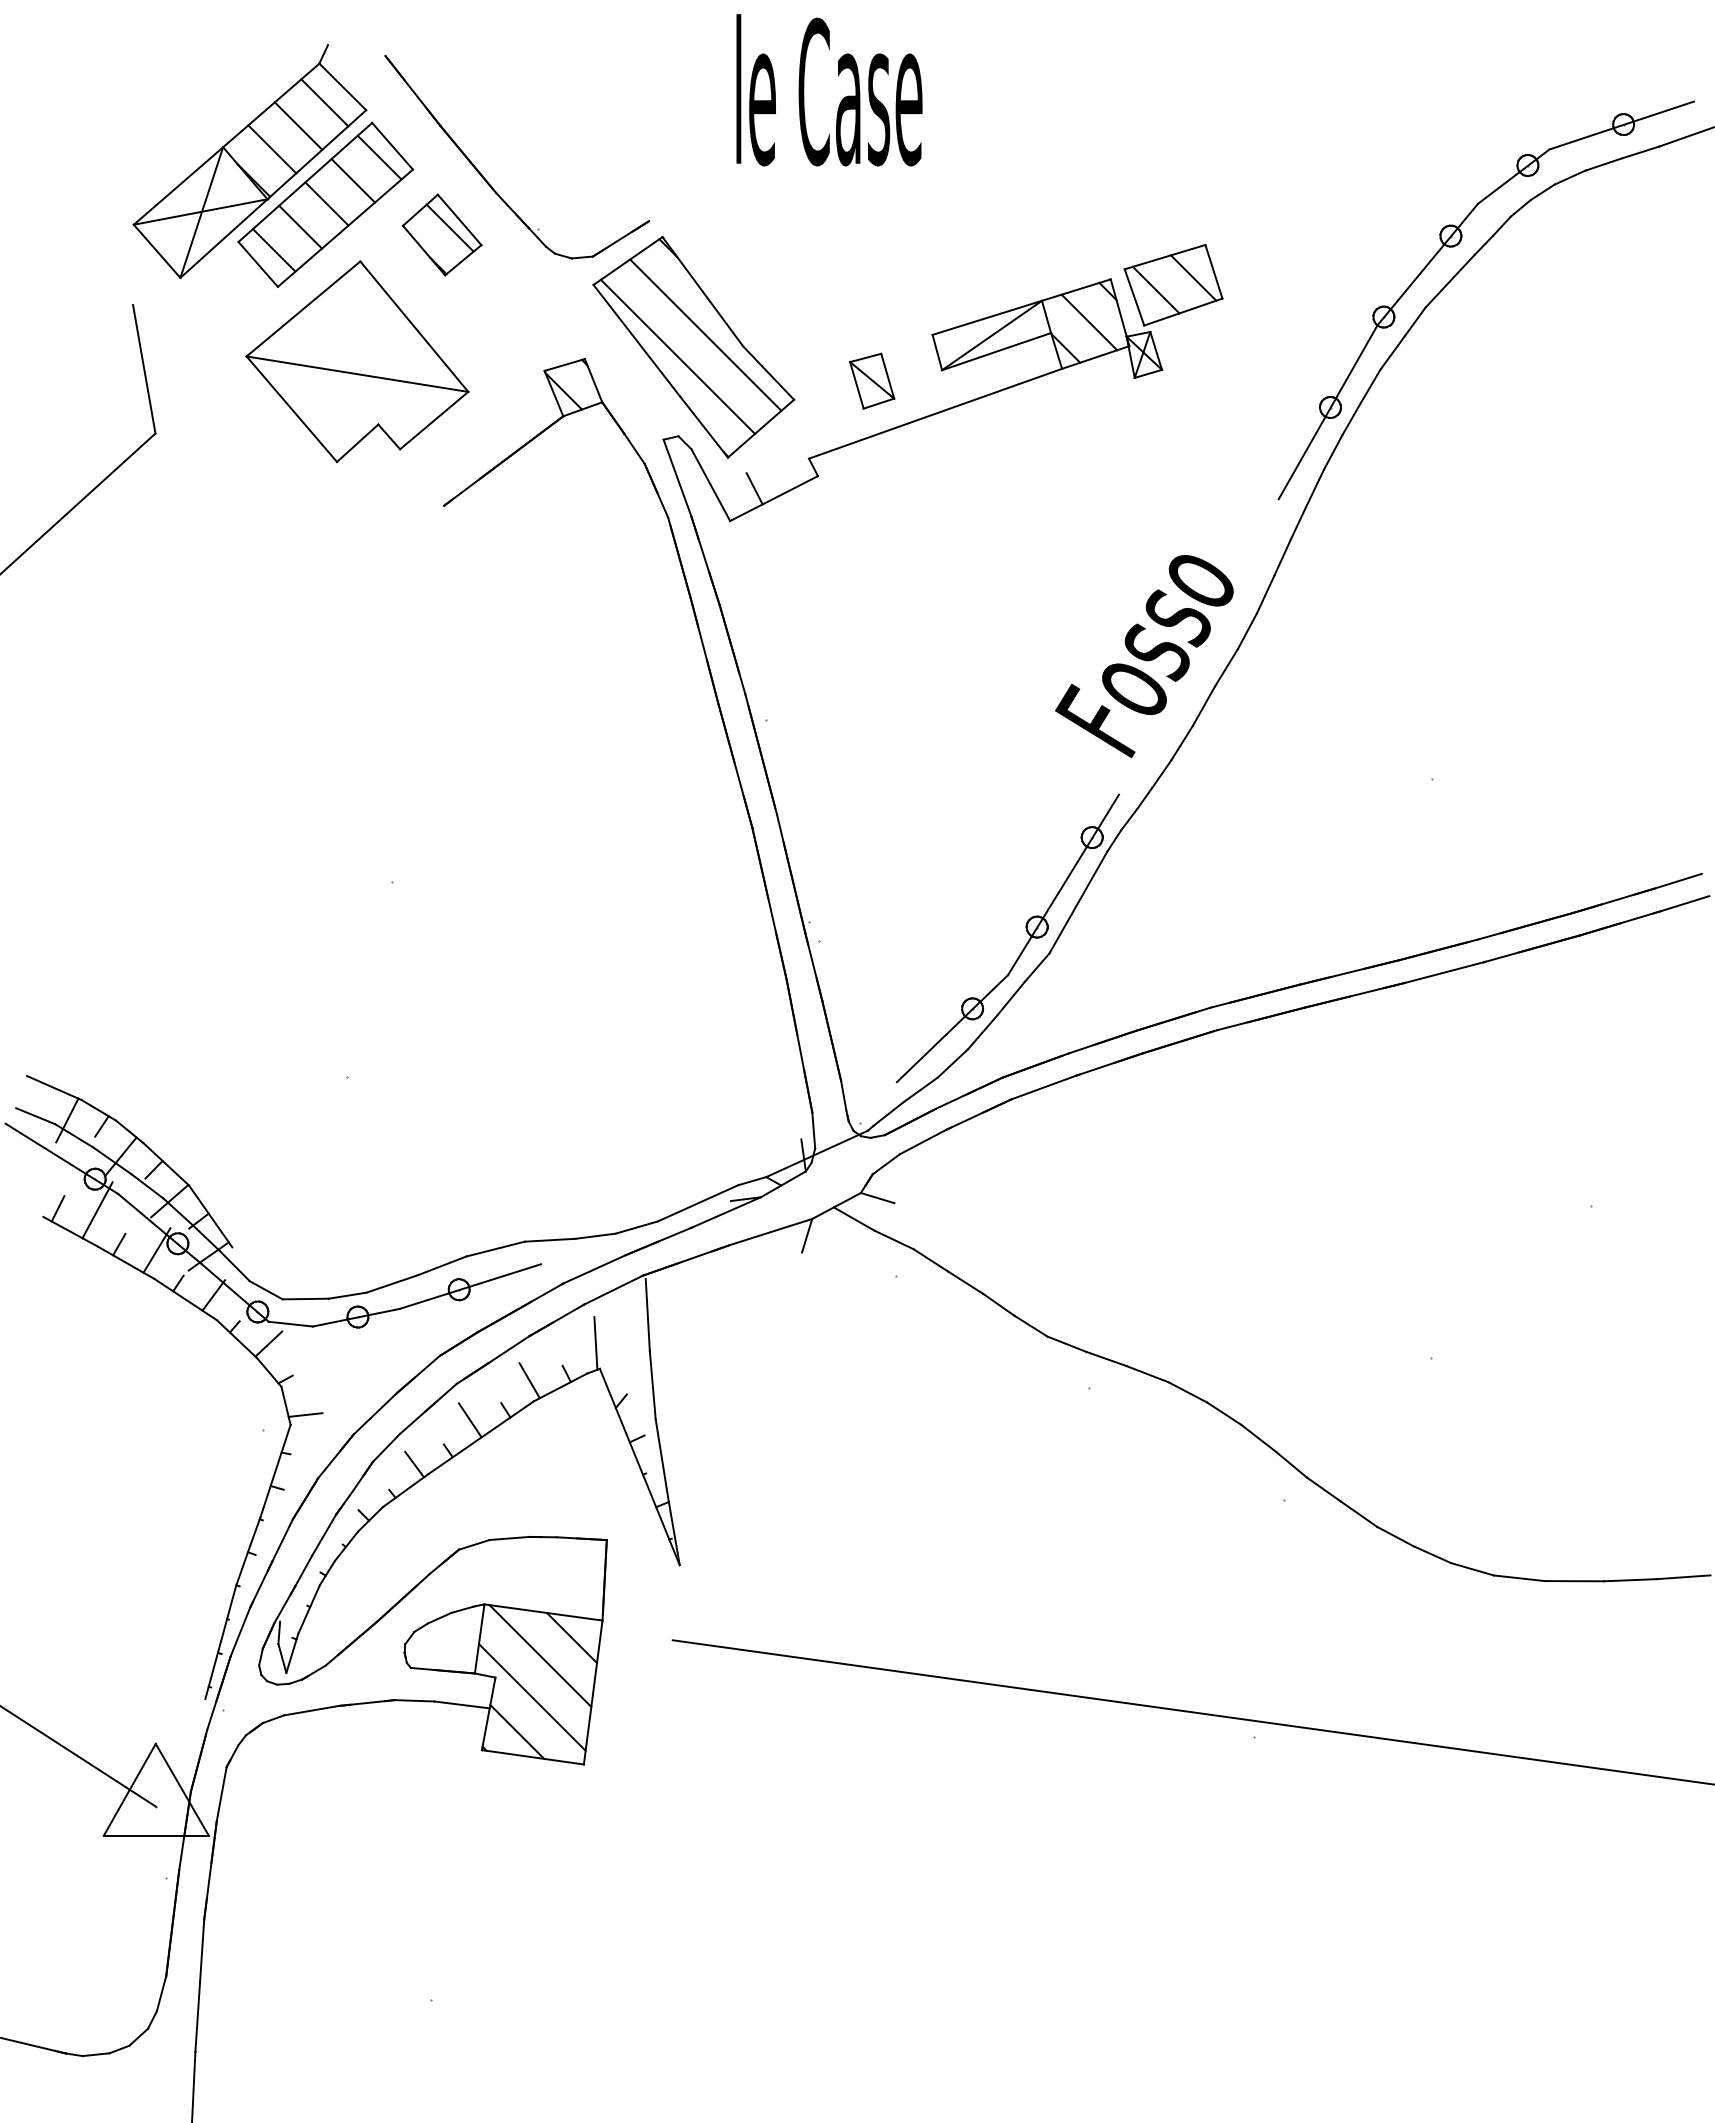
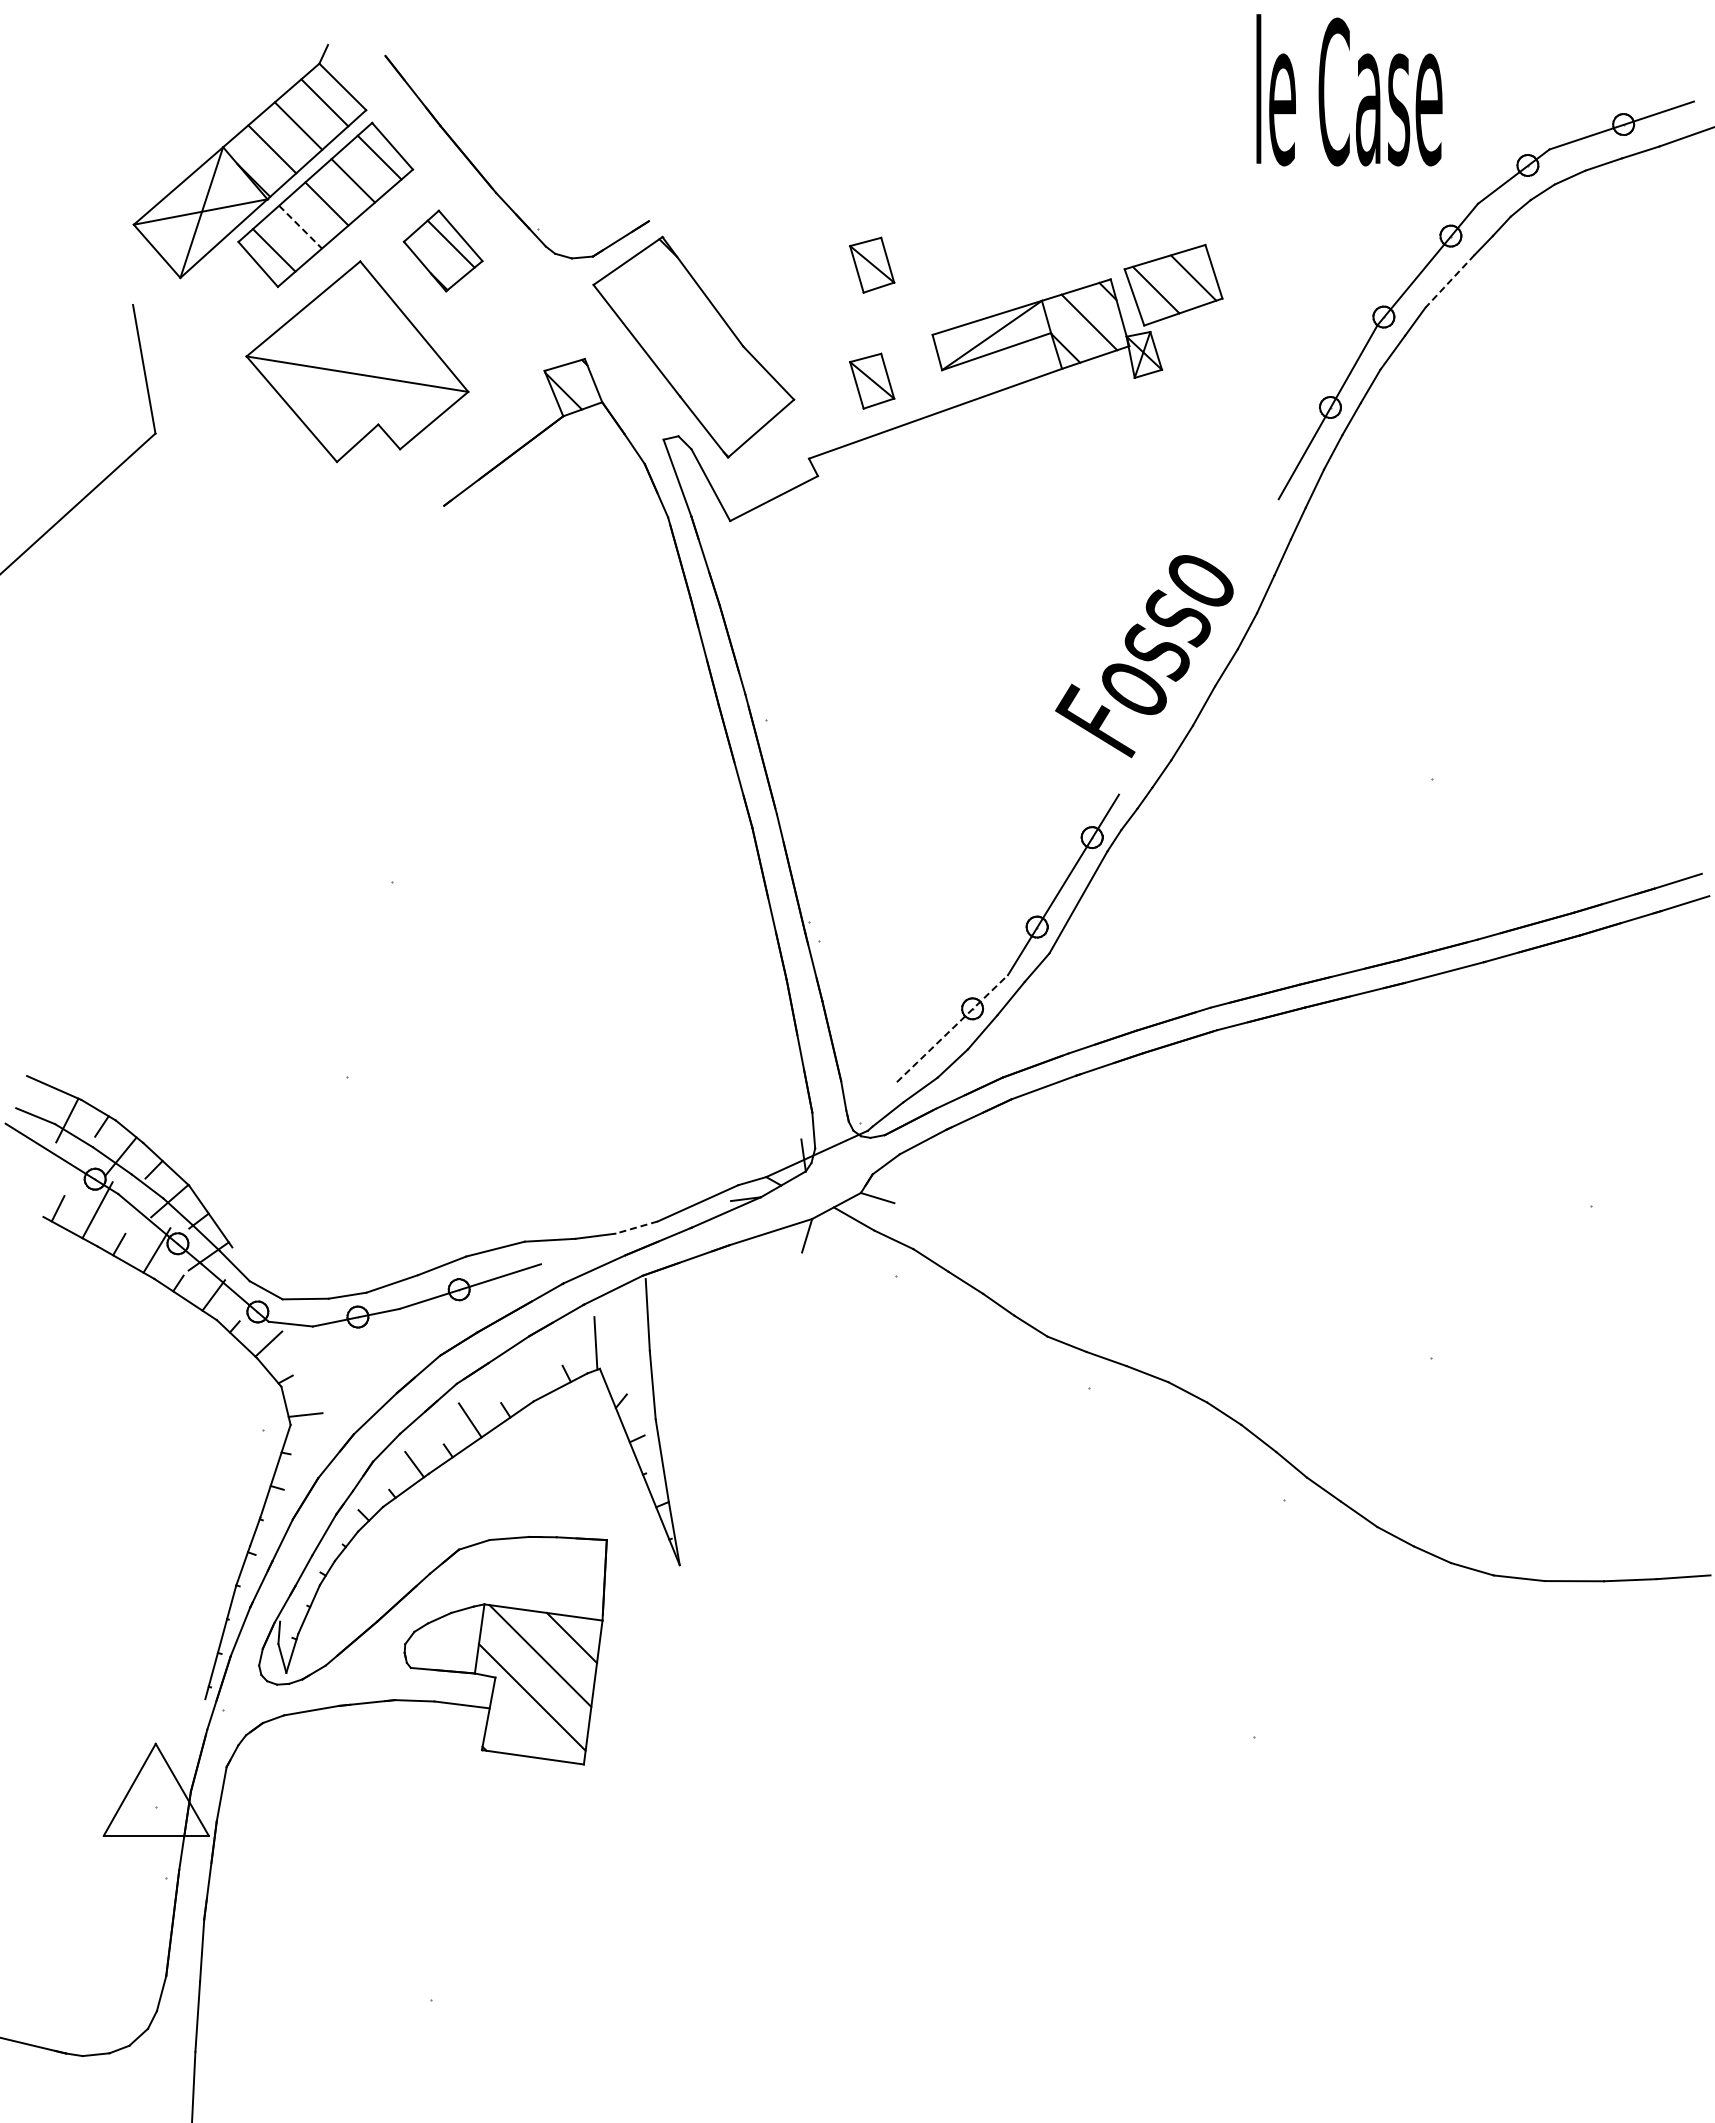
text at (829, 90) position: (829, 90) -> (1349, 90)
line at (300, 227): solid -> dashed
part at (441, 234) position: (441, 234) -> (442, 250)
part at (872, 264): none -> present
line at (1450, 281): solid -> dashed
line at (705, 334): present -> none
line at (677, 356): present -> none
line at (754, 488): present -> none
line at (952, 1028): solid -> dashed
line at (636, 1227): solid -> dashed
line at (529, 1380): present -> none
line at (1191, 1712): present -> none
line at (517, 1731): present -> none
line at (79, 1756): present -> none
